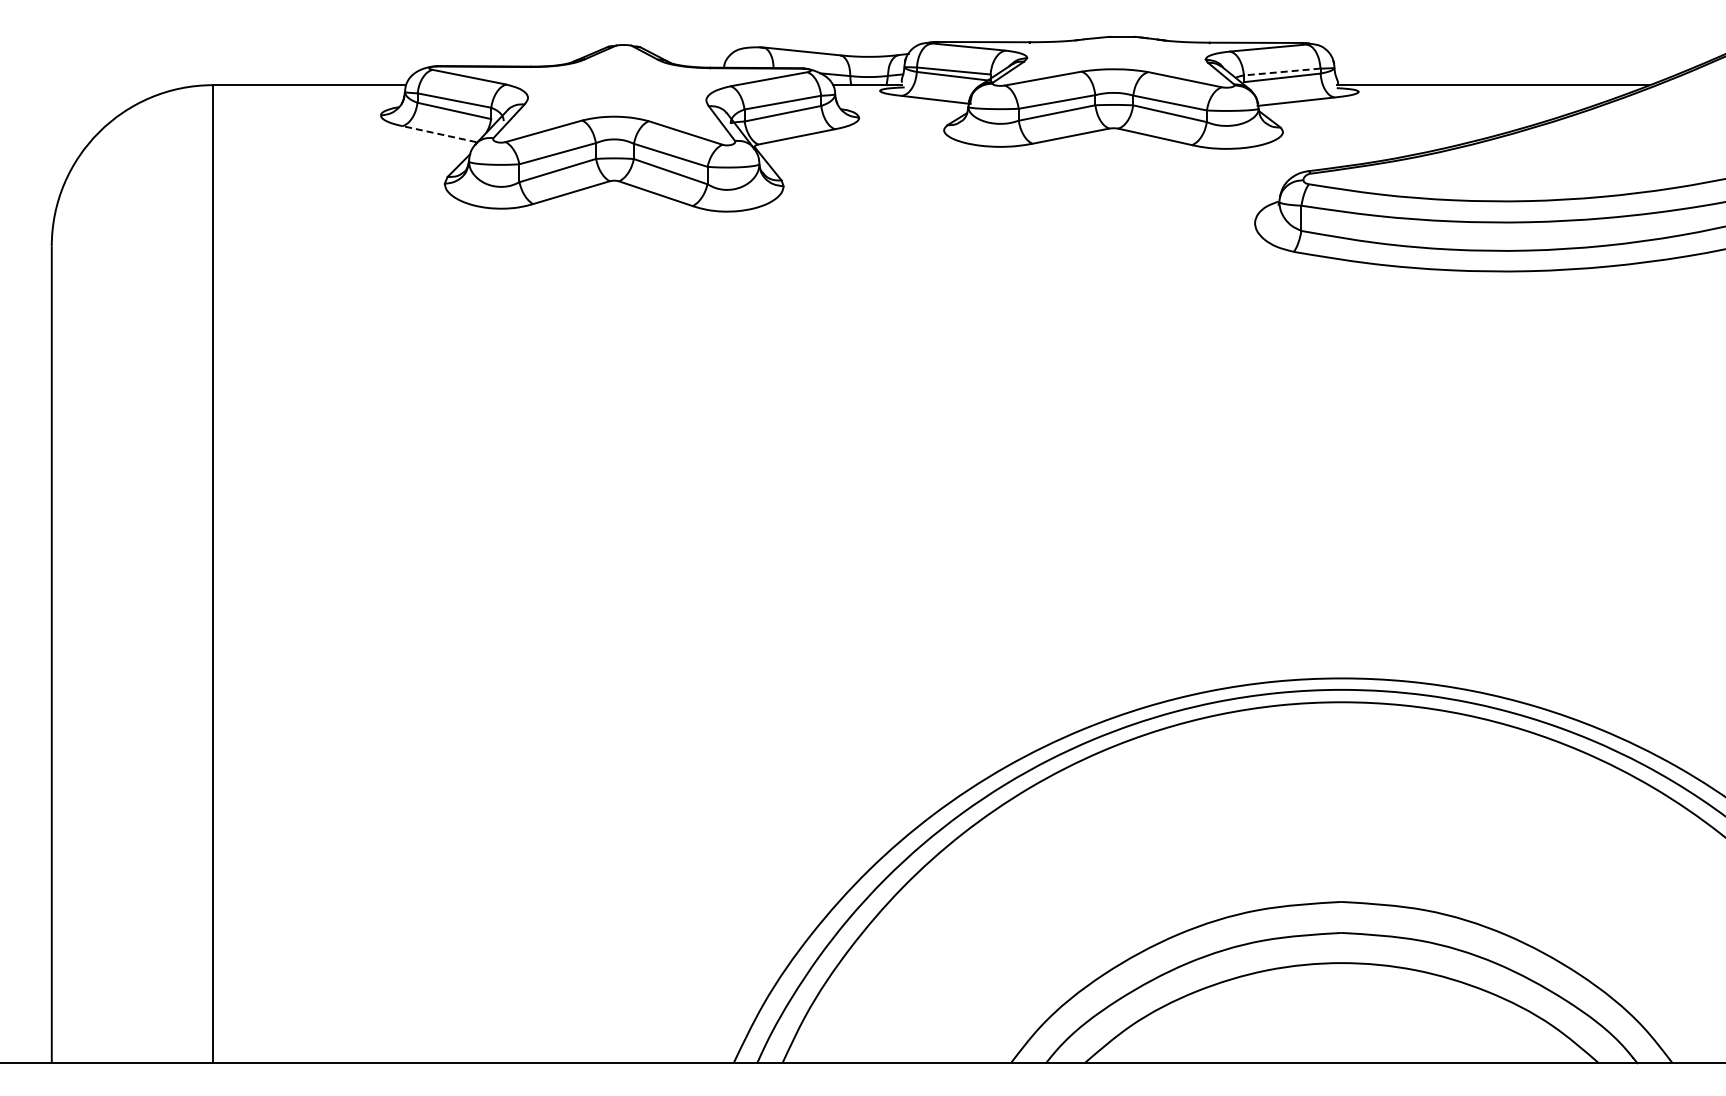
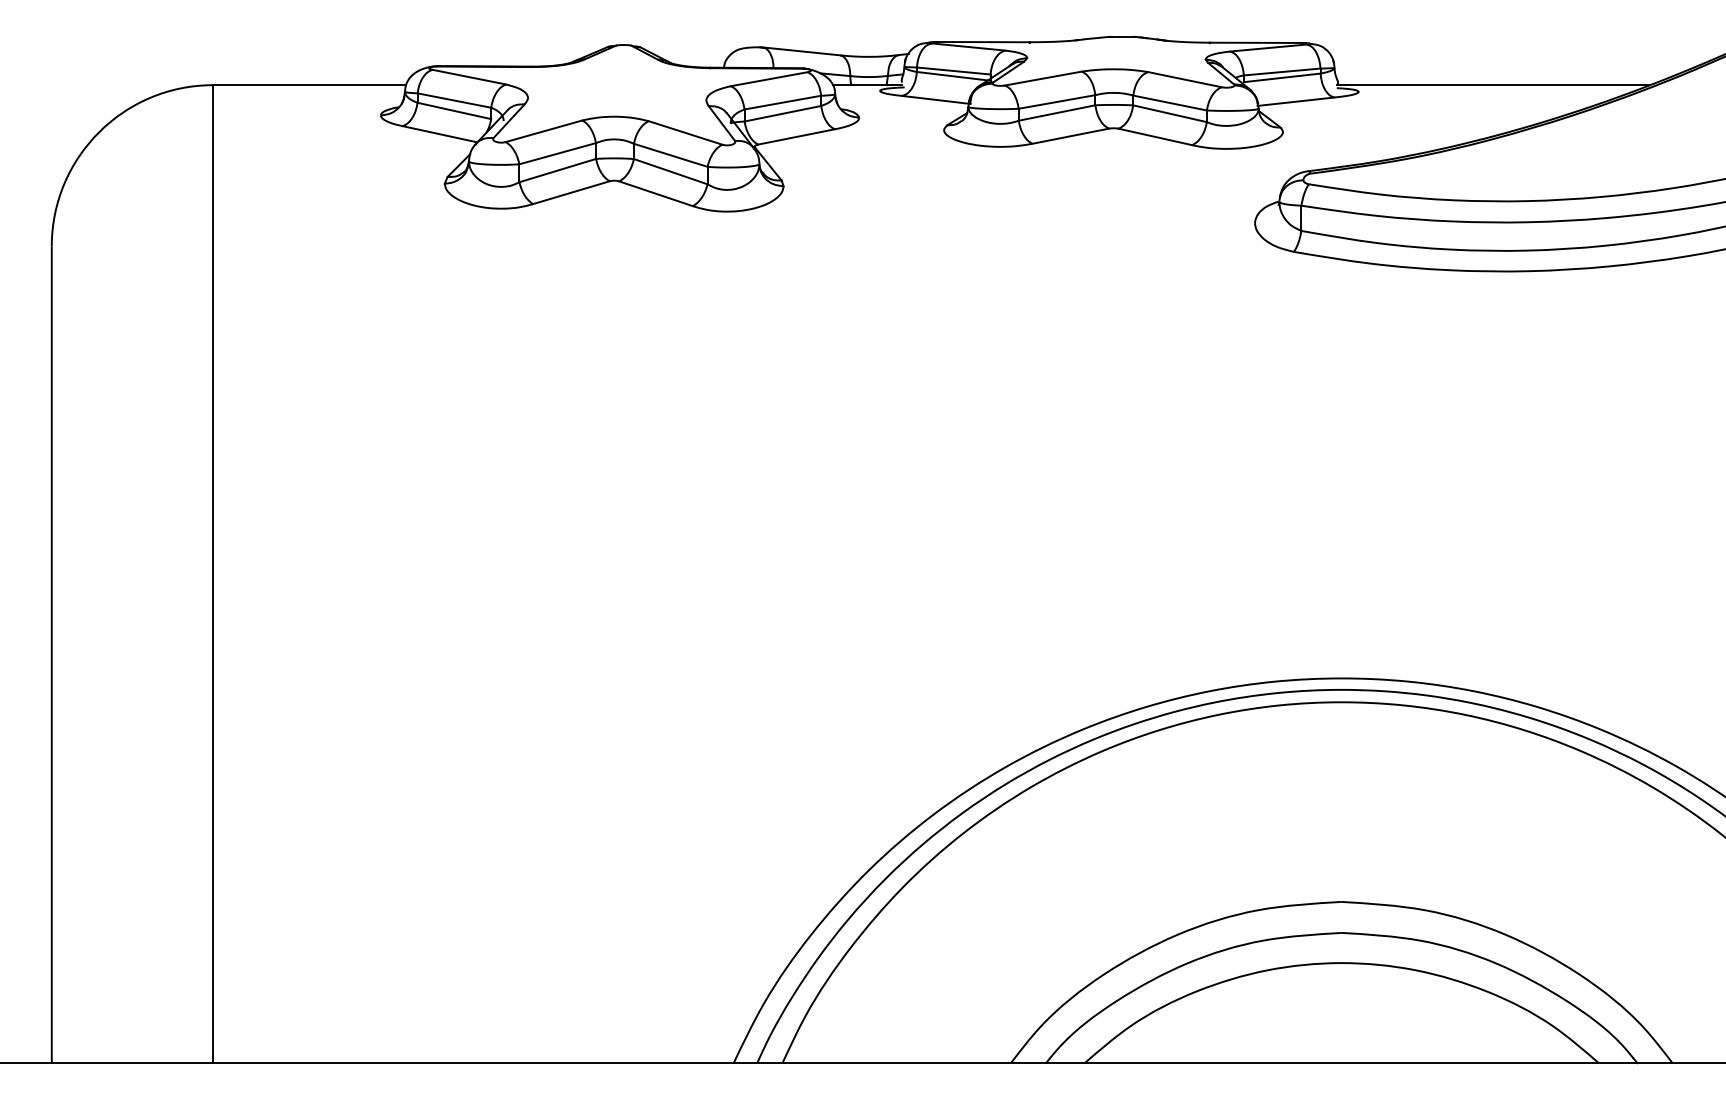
line at (1281, 72): dashed -> solid
line at (439, 134): dashed -> solid
